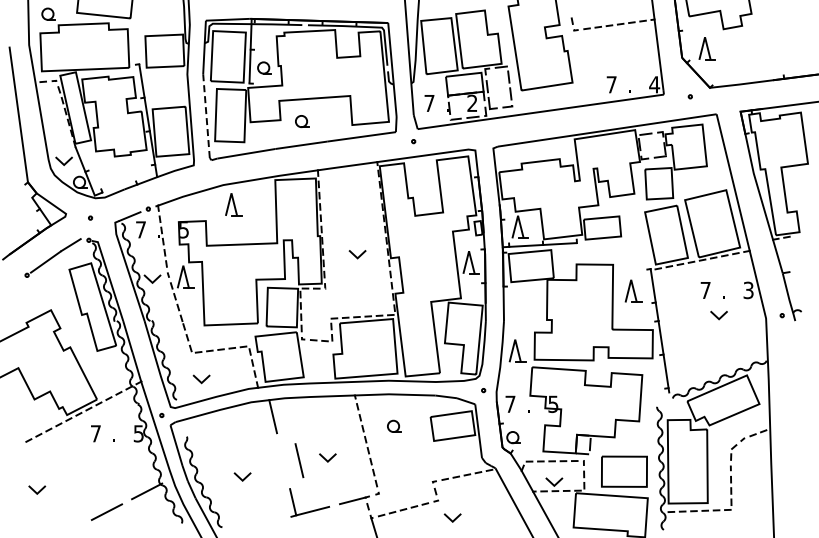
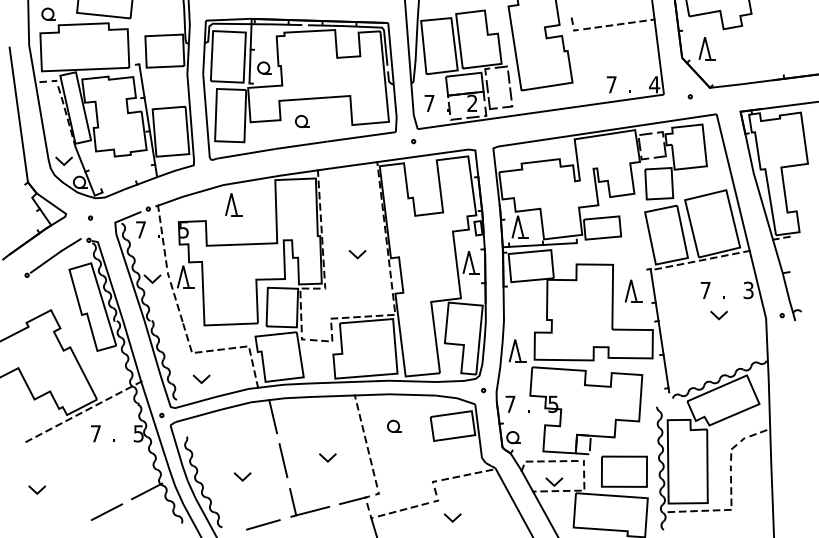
line at (206, 116): dashed -> solid
line at (299, 460) position: (299, 460) -> (283, 460)
line at (263, 524): none -> present
